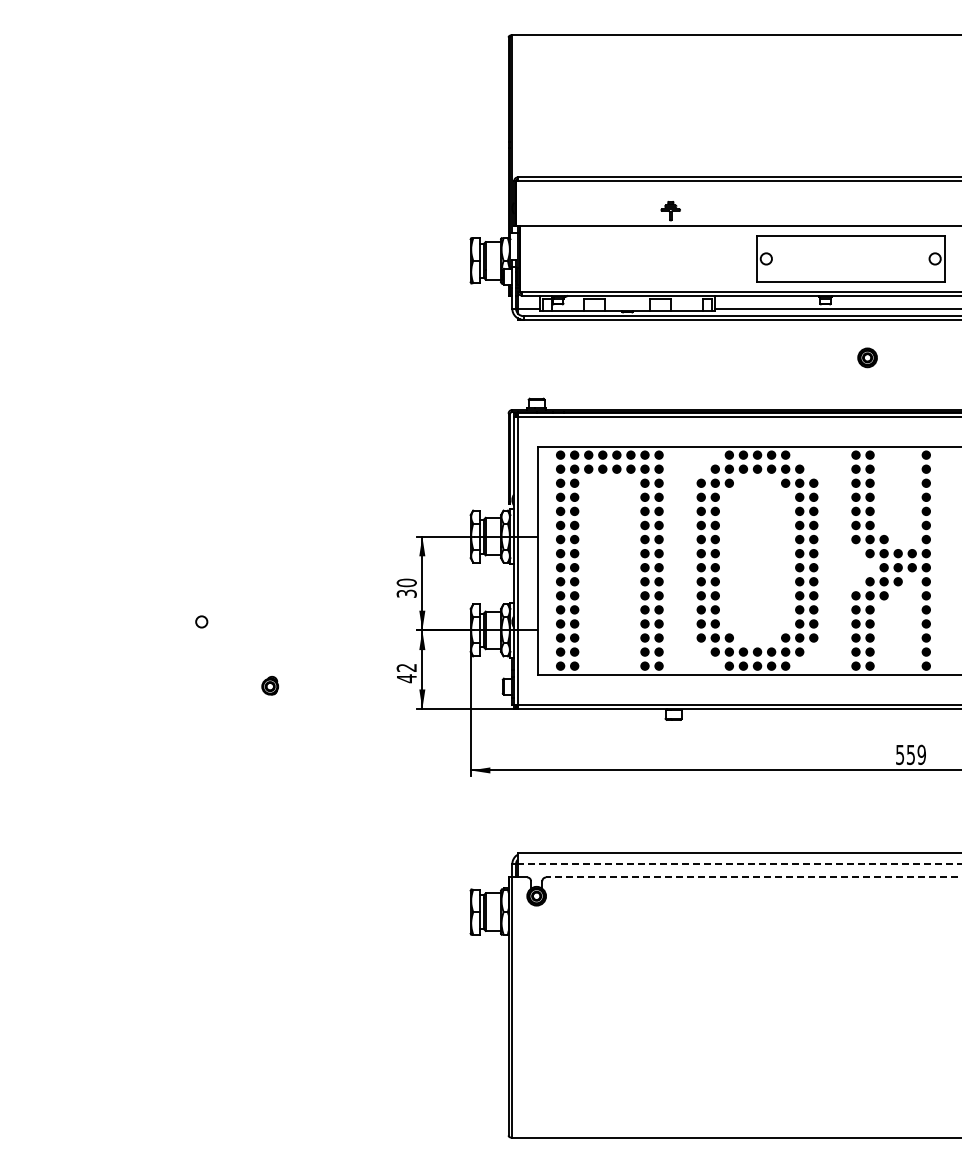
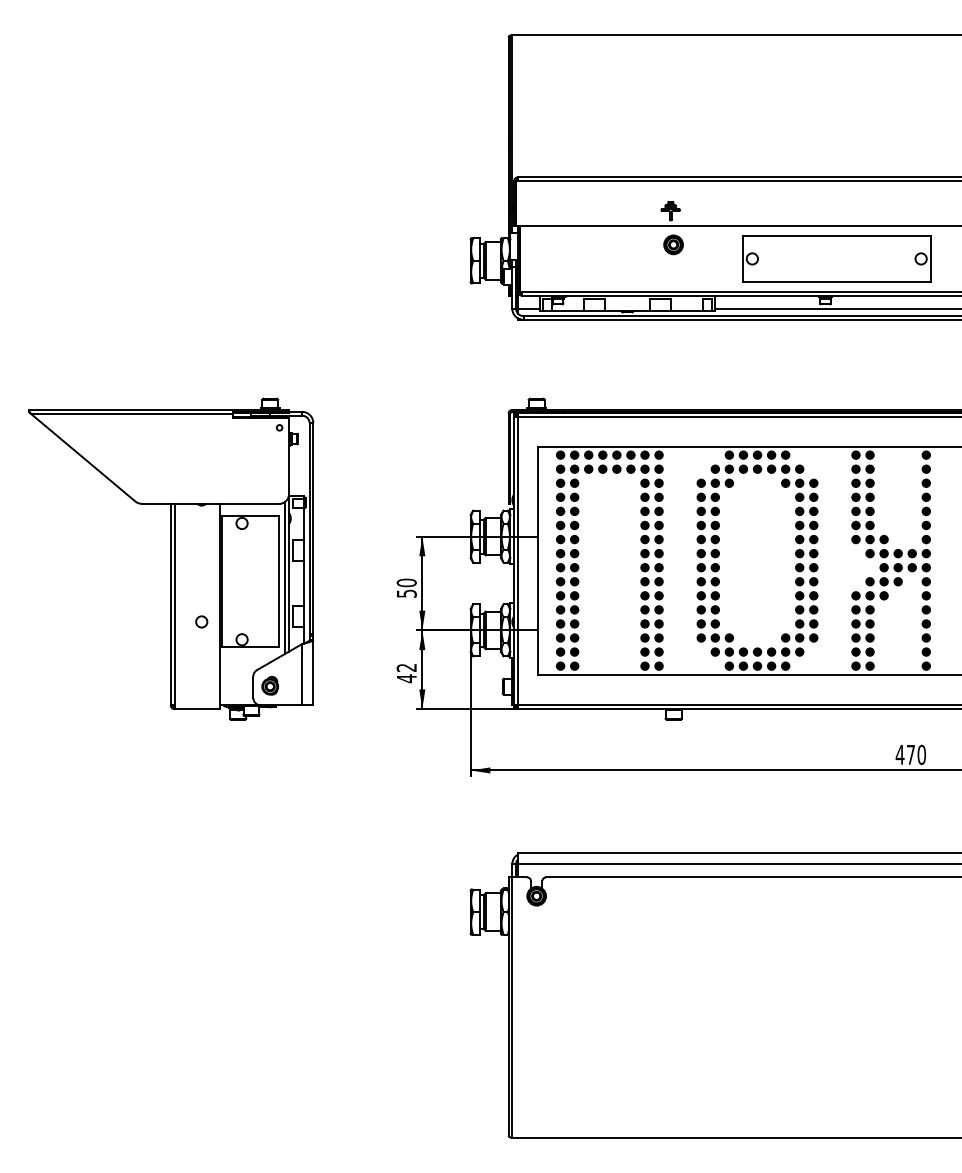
part at (850, 258) position: (850, 258) -> (836, 258)
part at (867, 357) position: (867, 357) -> (673, 244)
part at (171, 558): none -> present
text at (405, 593): 30 -> 50
text at (910, 755): 559 -> 470
line at (739, 864): dashed -> solid
line at (753, 877): dashed -> solid
